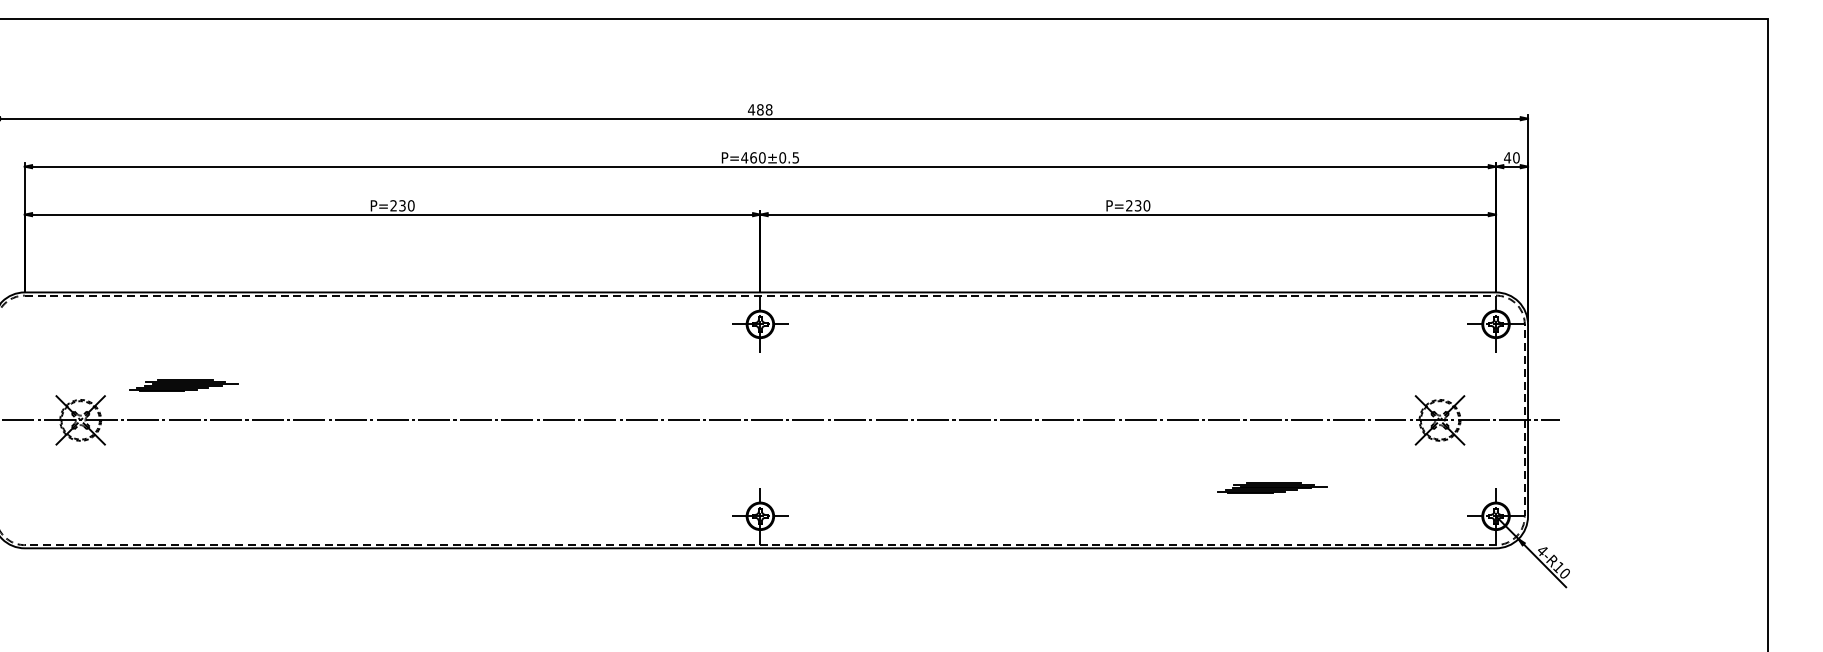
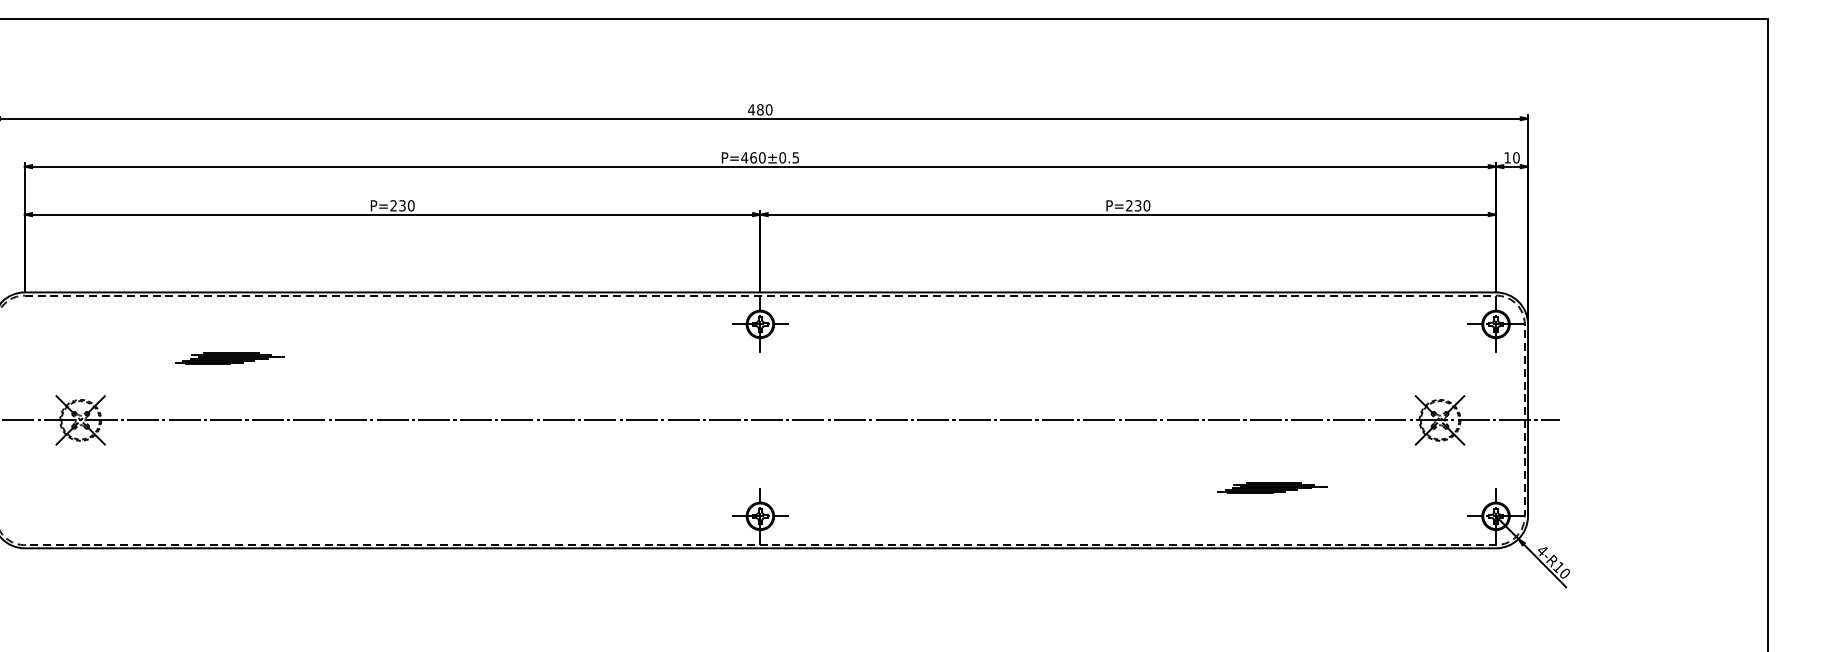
text at (768, 109): 488 -> 480
text at (1507, 157): 40 -> 10
part at (183, 385) position: (183, 385) -> (229, 358)
